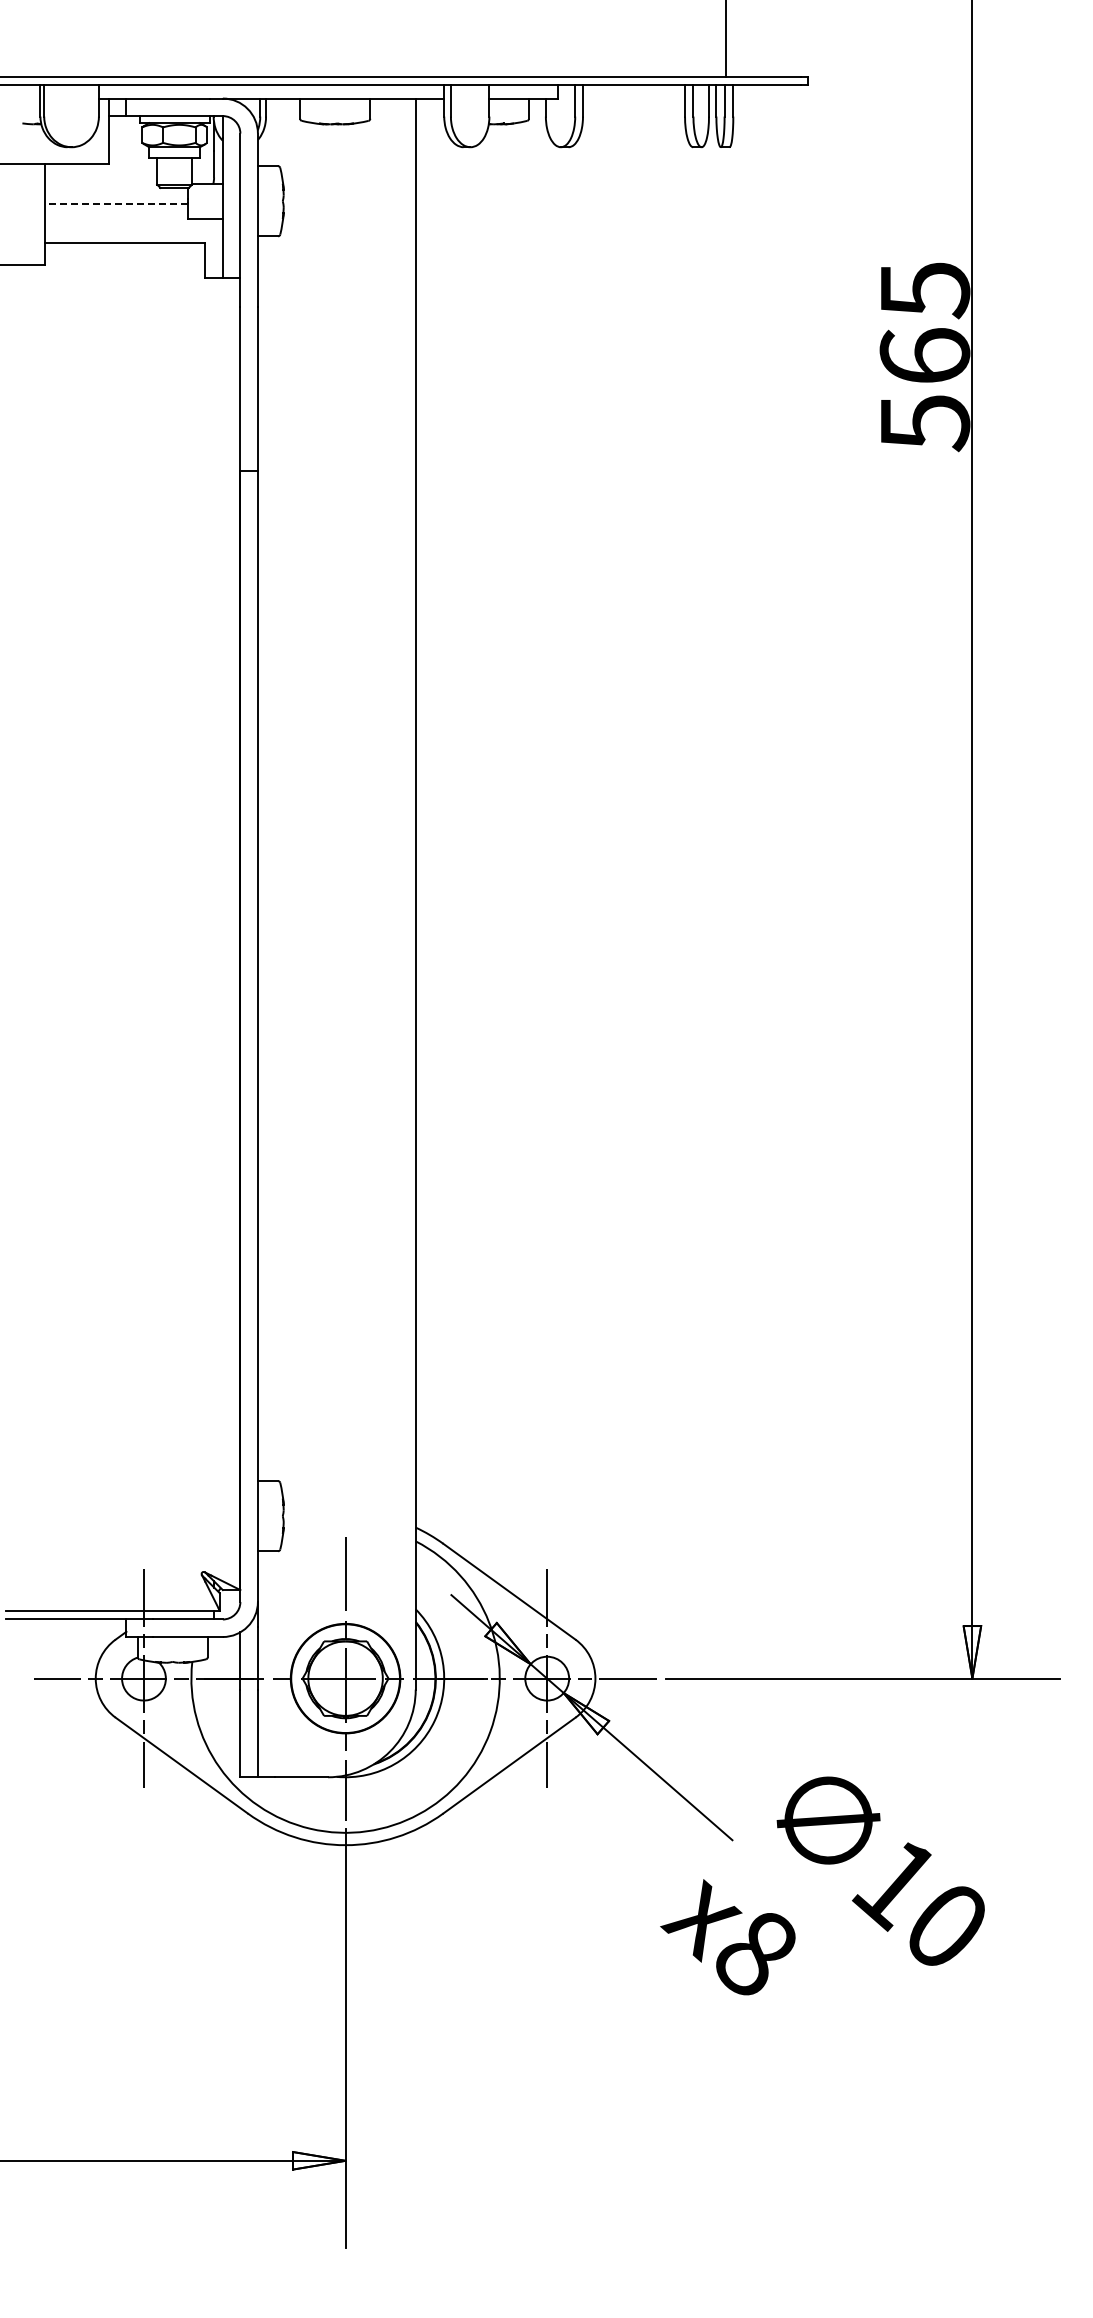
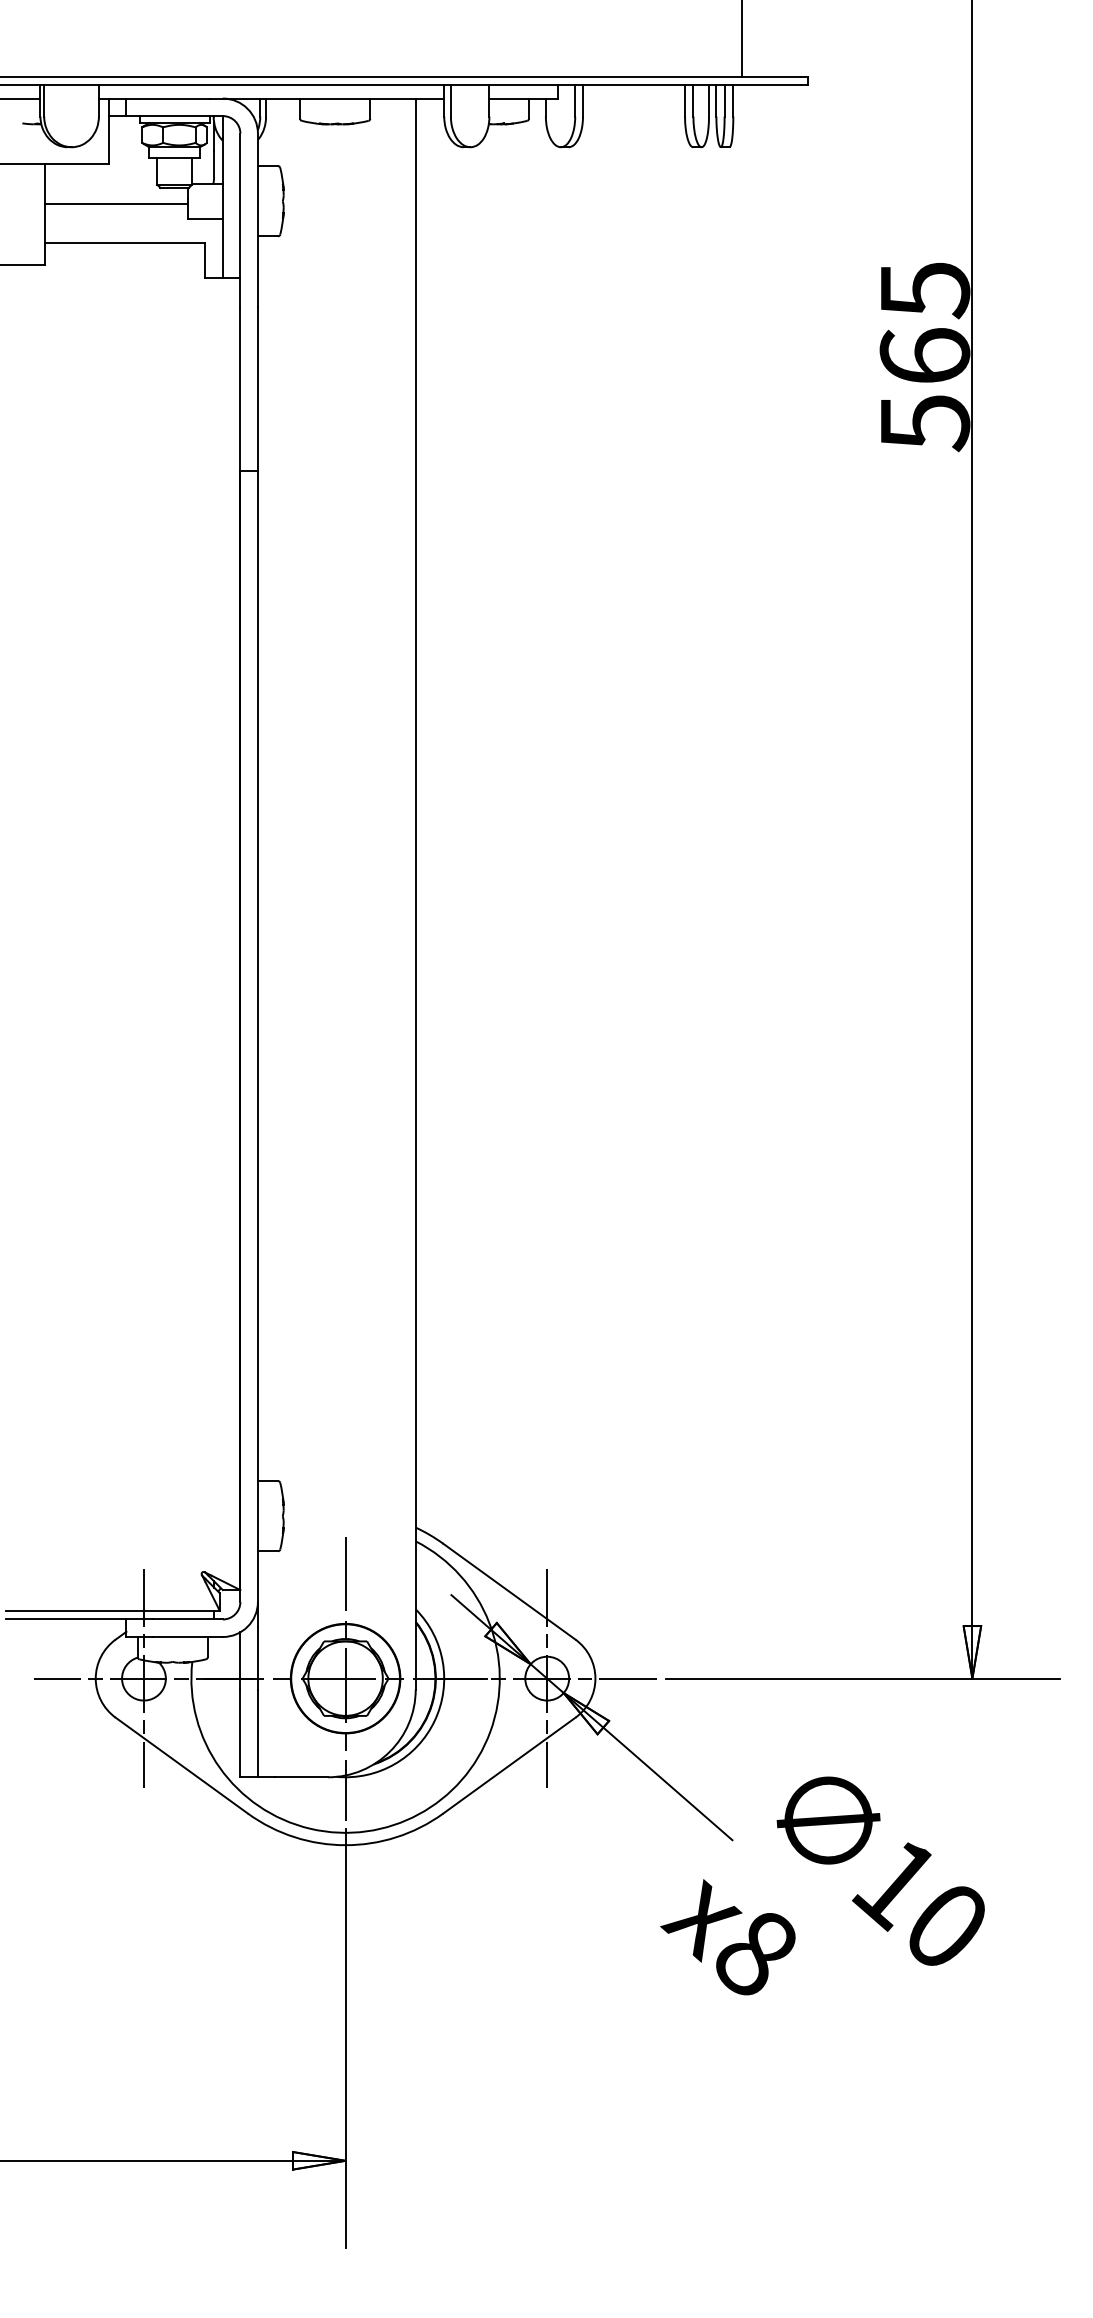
line at (726, 39) position: (726, 39) -> (742, 39)
line at (21, 98): none -> present
line at (116, 203): dashed -> solid
